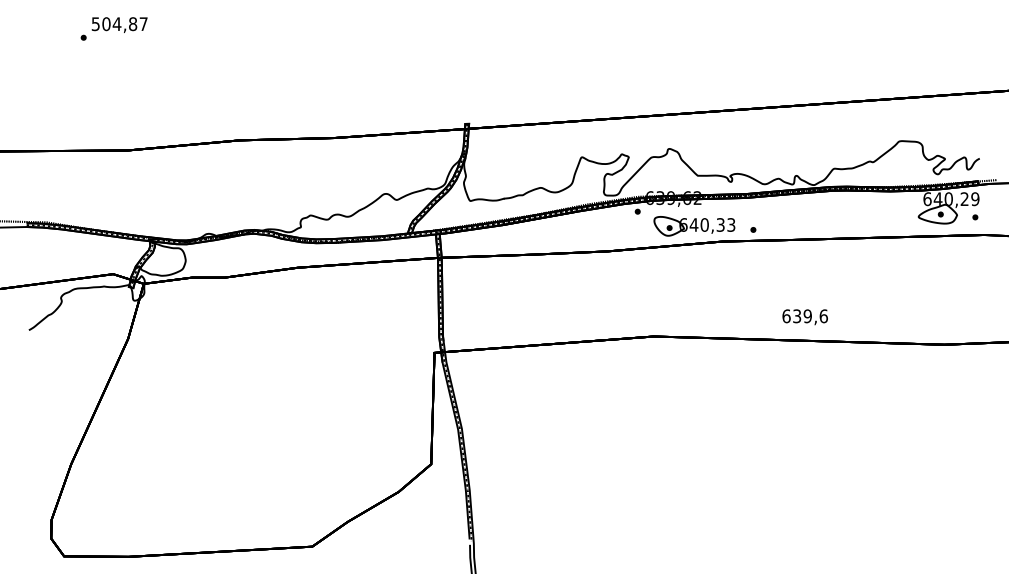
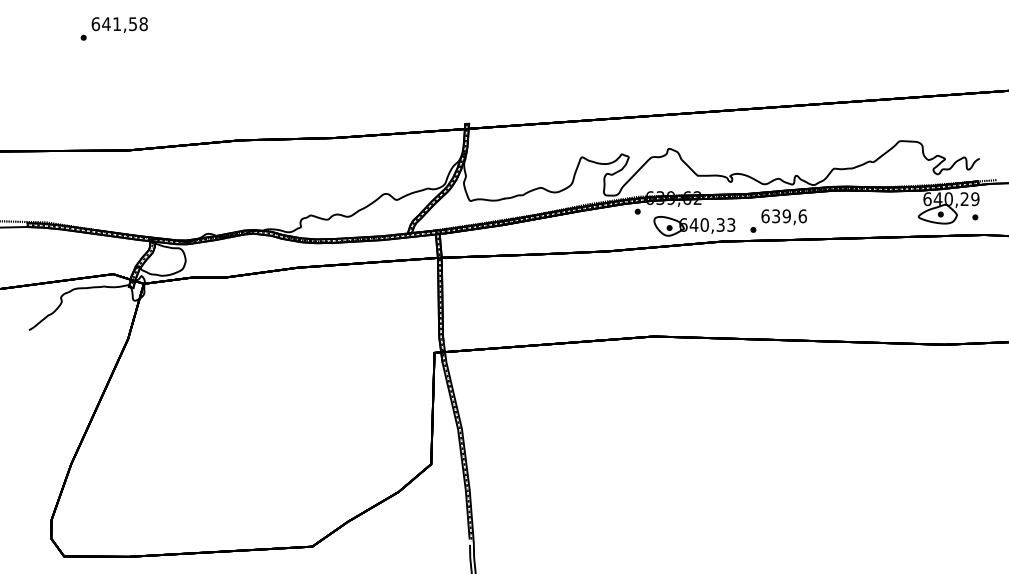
text at (119, 24): 504,87 -> 641,58
text at (804, 317) position: (804, 317) -> (783, 217)
